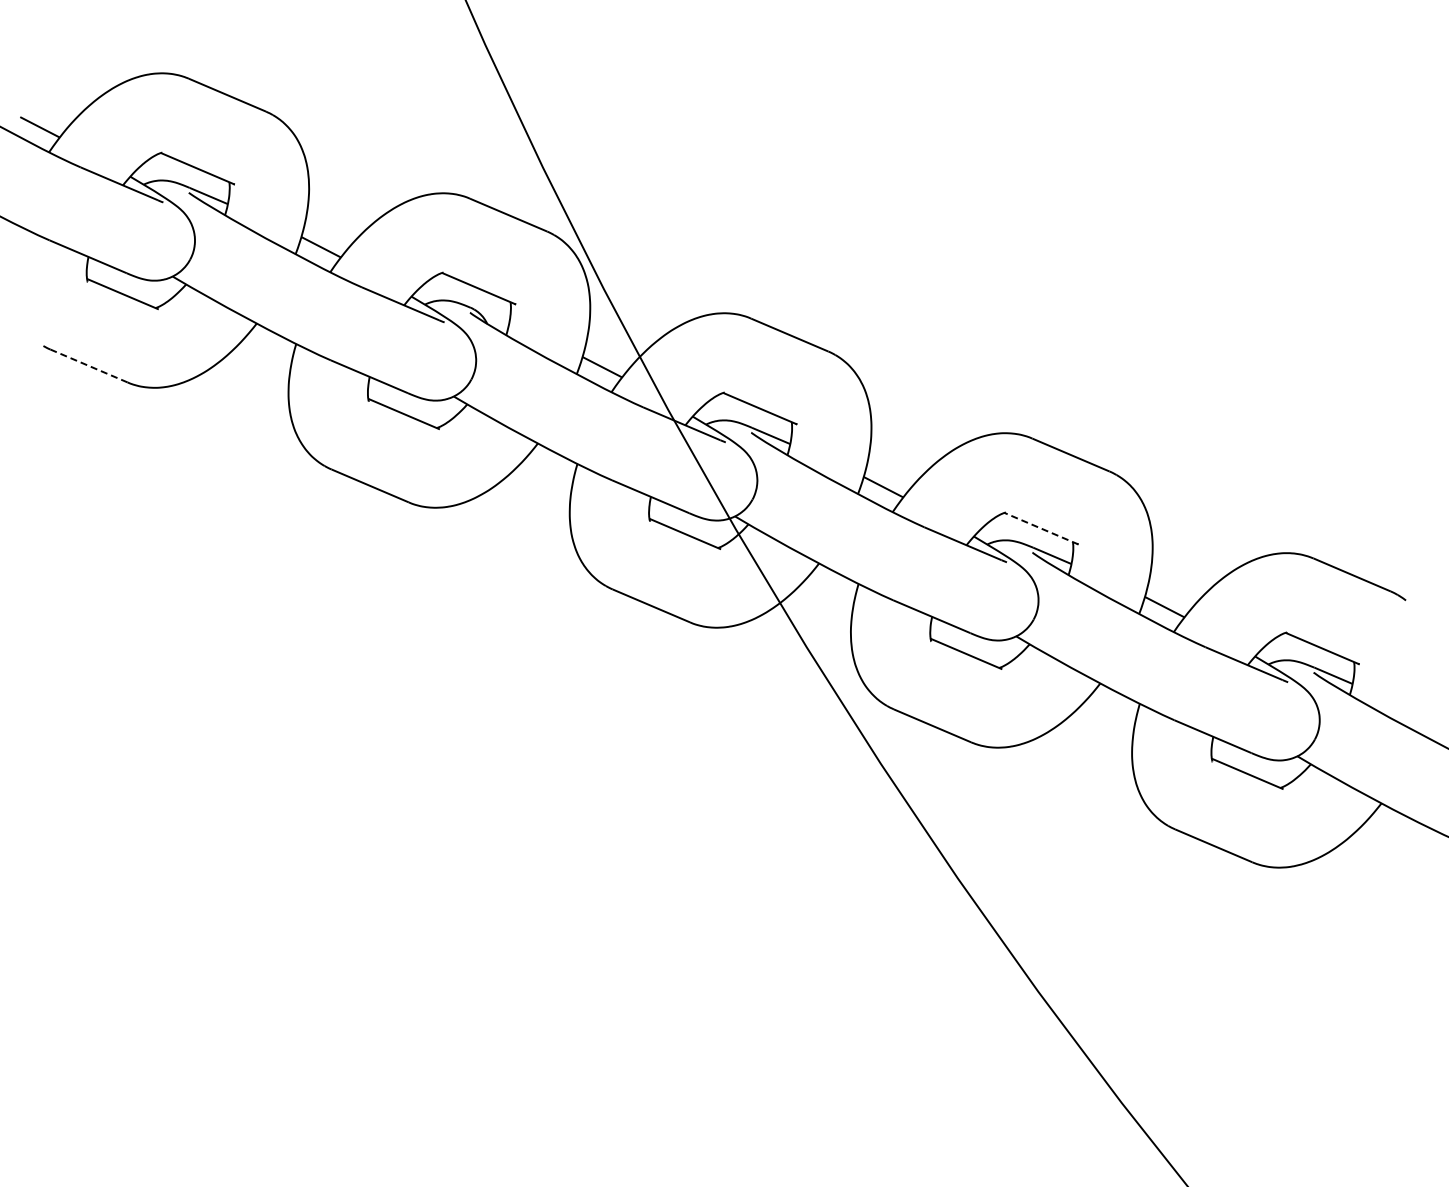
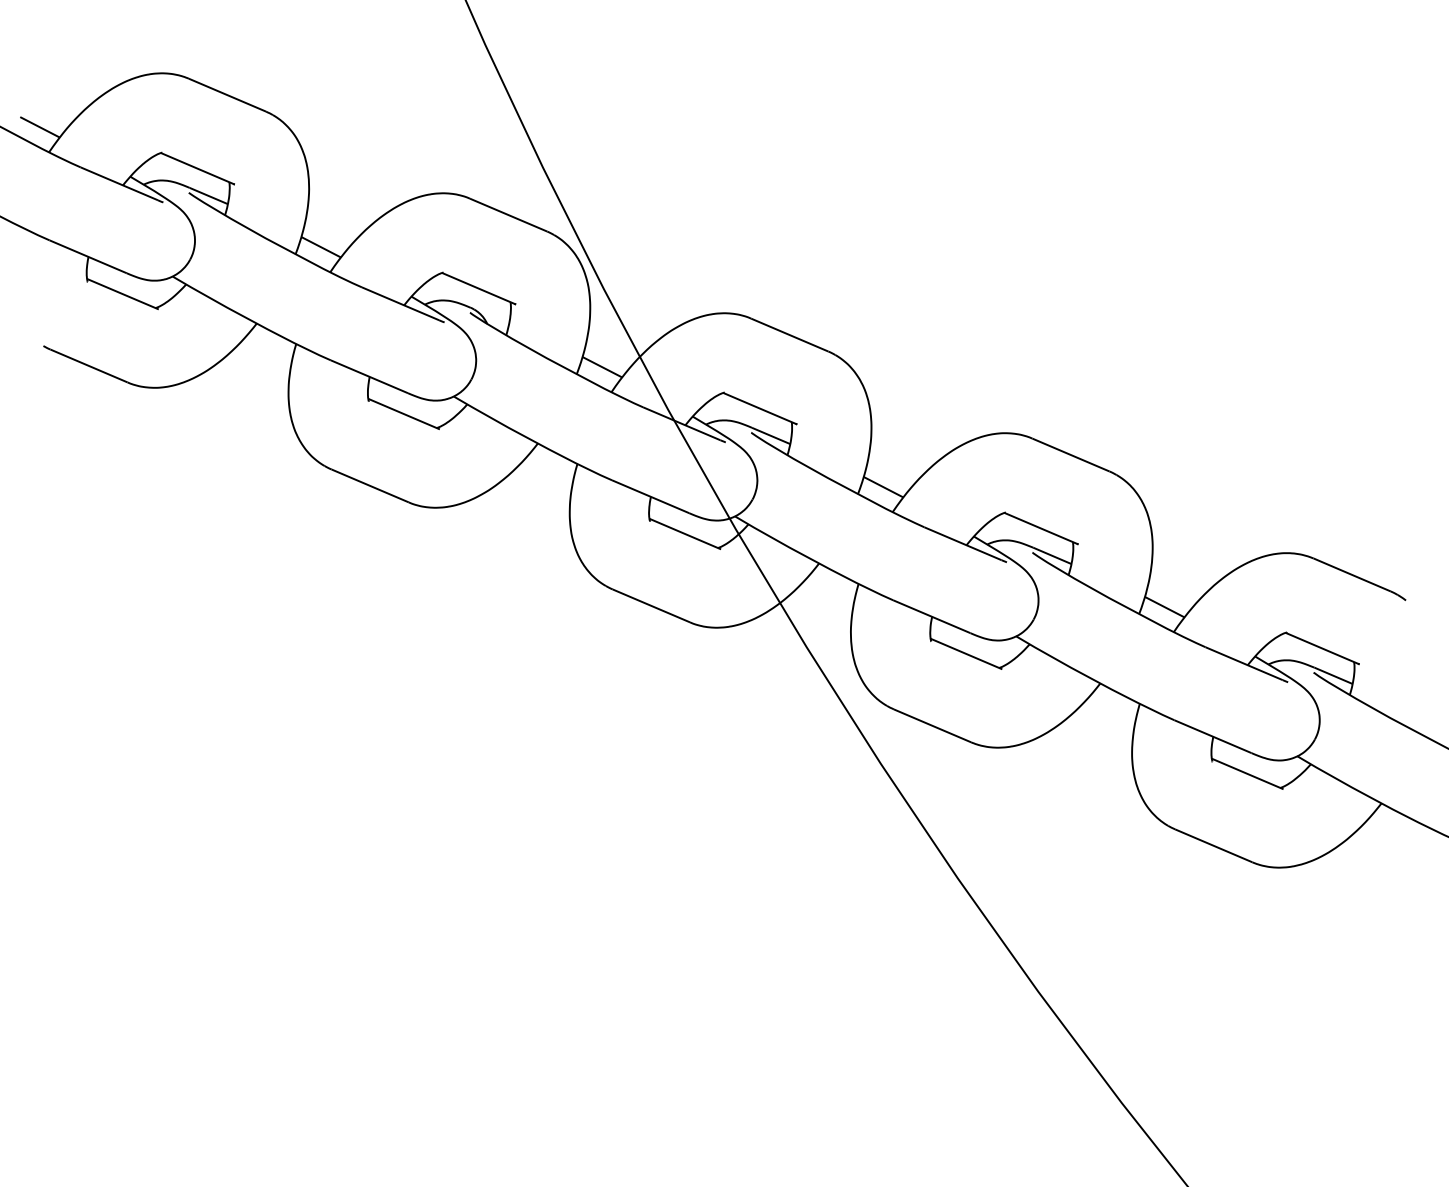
line at (89, 365): dashed -> solid
line at (1041, 528): dashed -> solid
